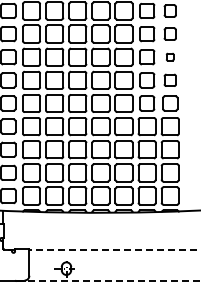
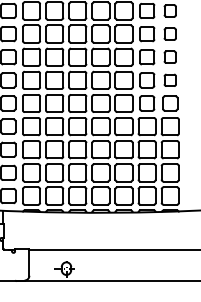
part at (169, 56) size: 10x10 px -> 14x14 px
line at (114, 249): dashed -> solid
line at (108, 281): dashed -> solid
